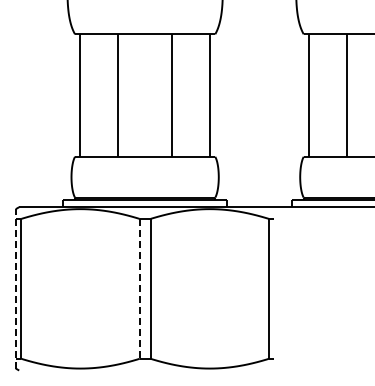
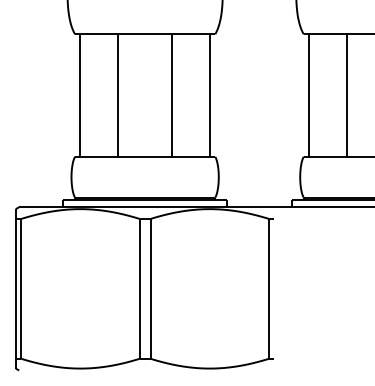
line at (15, 288): dashed -> solid
line at (139, 288): dashed -> solid
